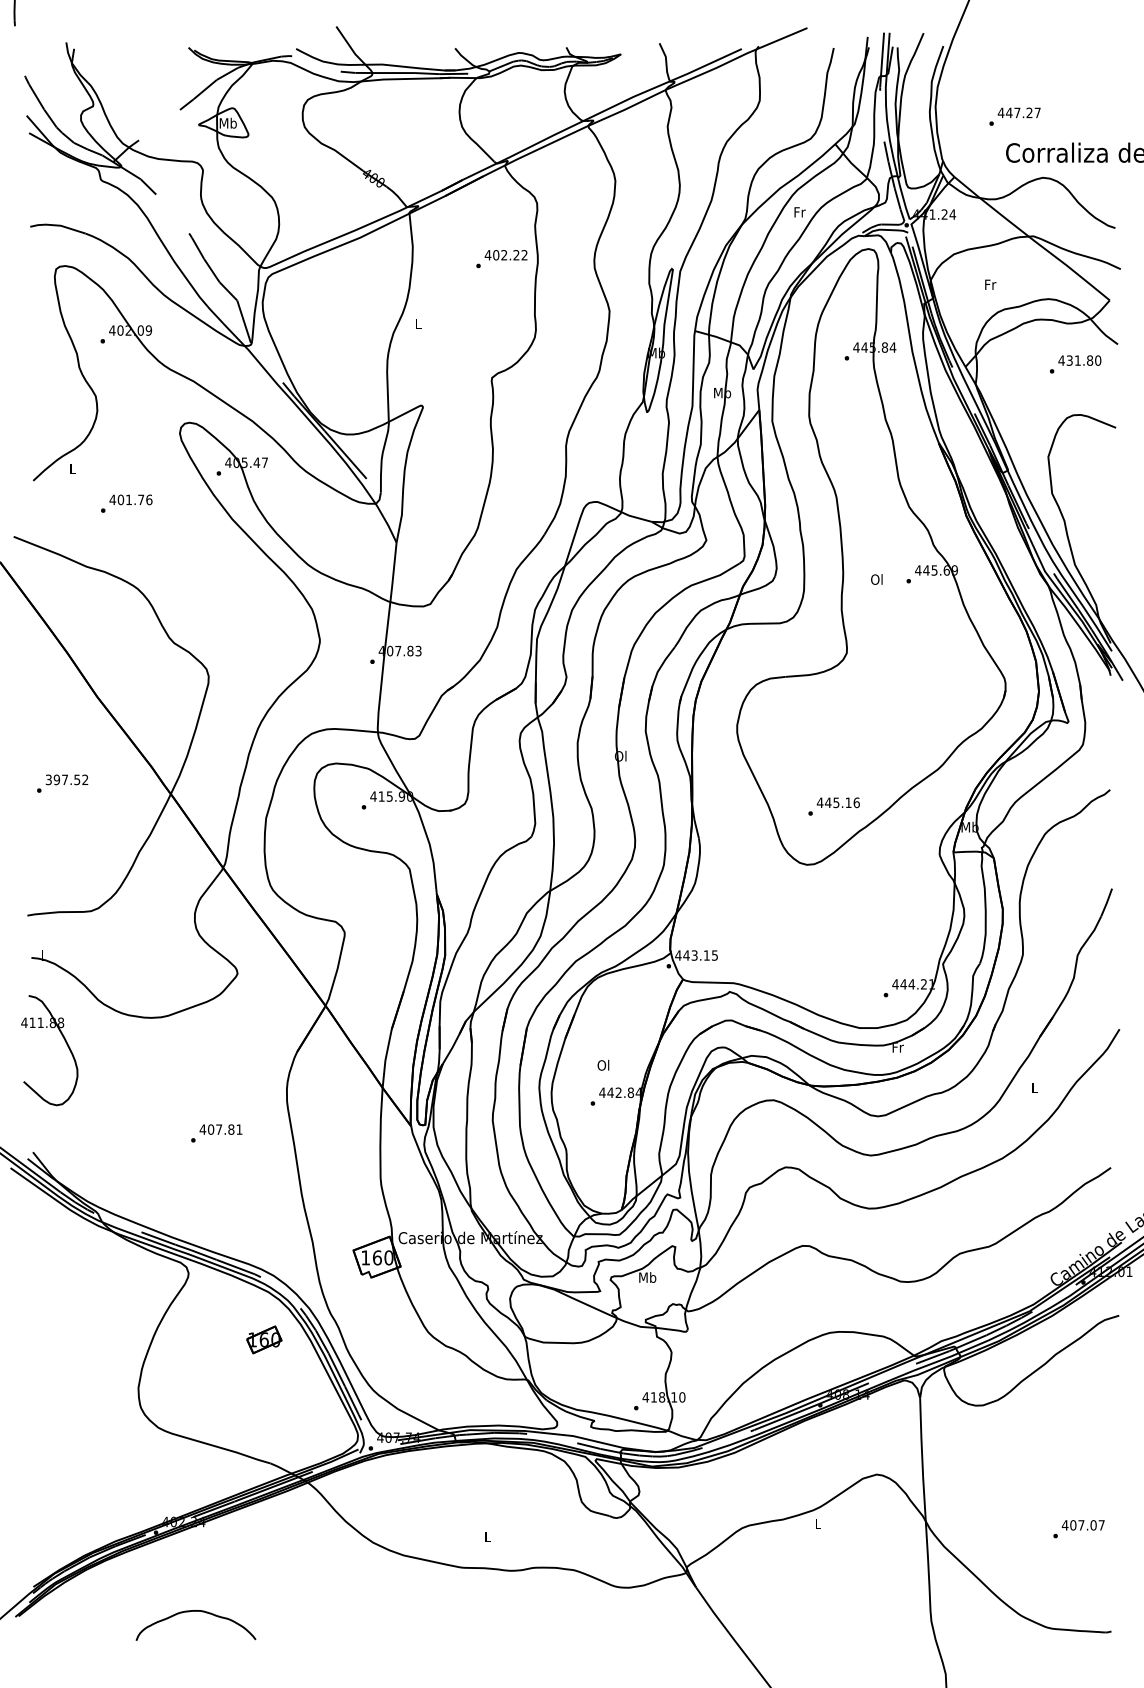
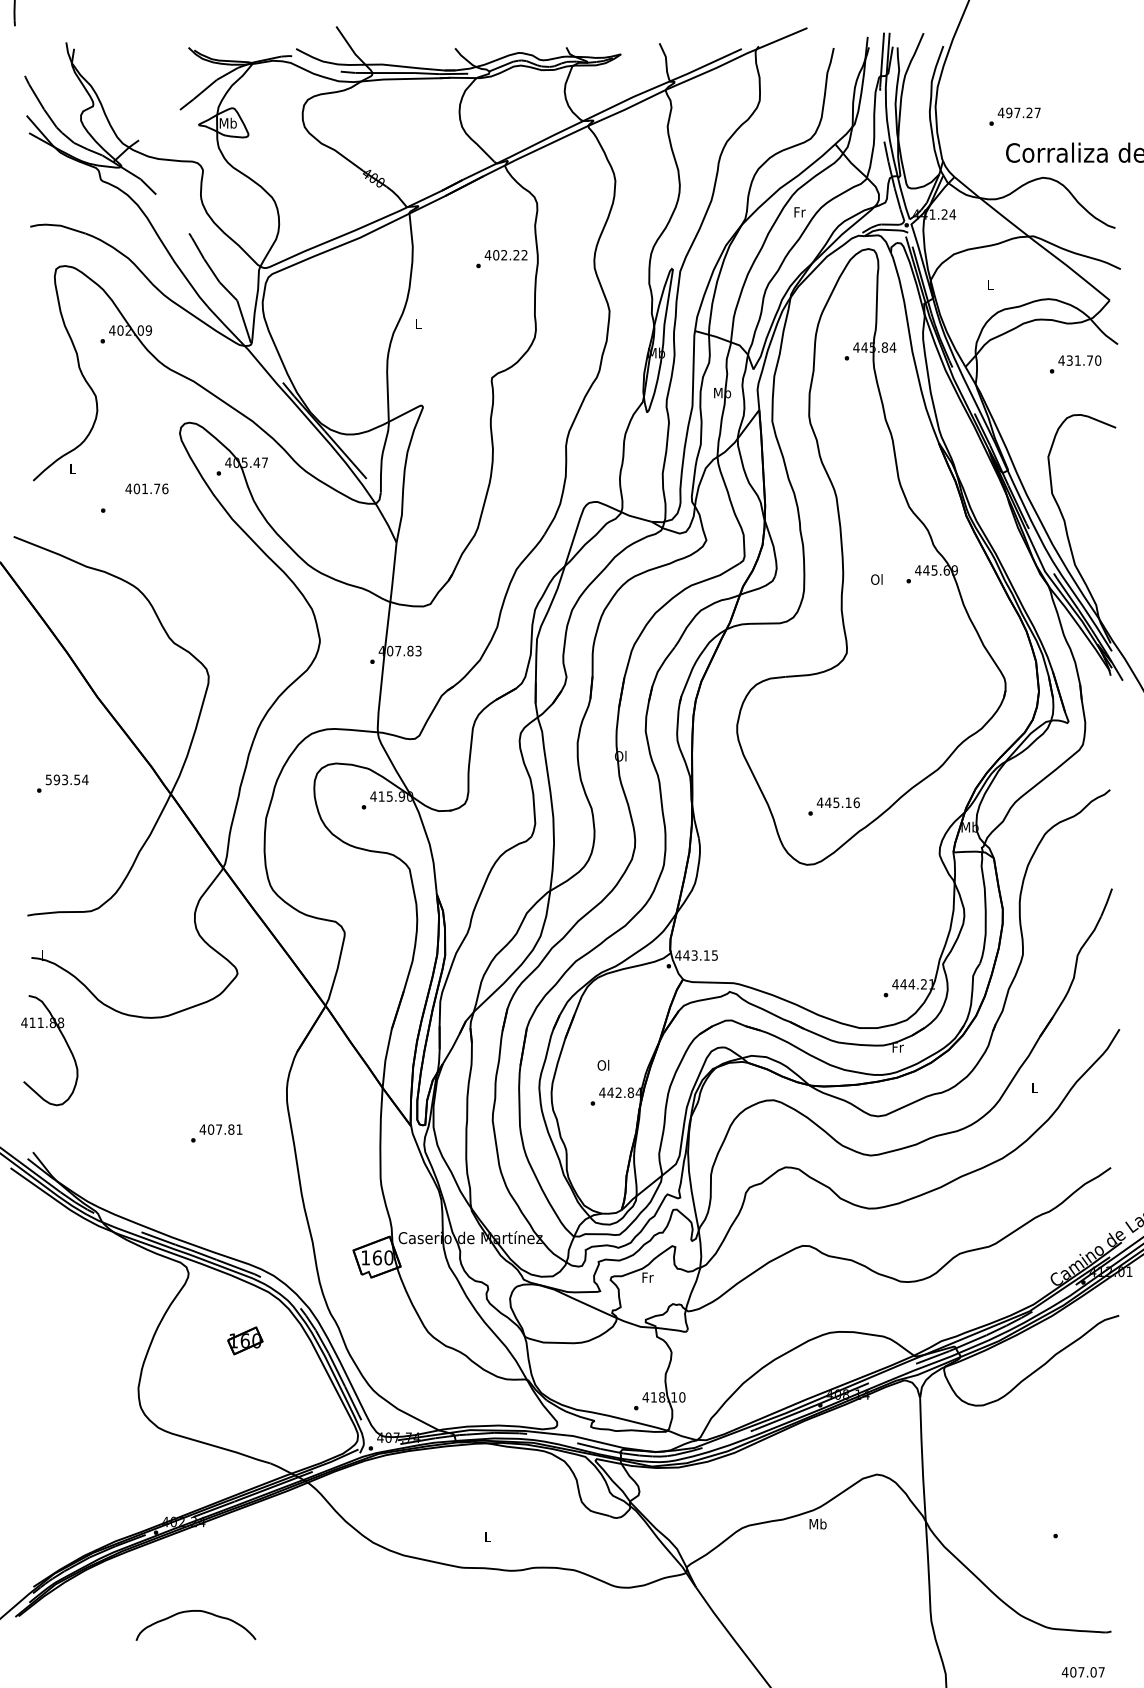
text at (1009, 112): 447.27 -> 497.27
text at (990, 284): Fr -> L
text at (1090, 360): 431.80 -> 431.70
text at (130, 499) position: (130, 499) -> (146, 488)
text at (67, 779): 397.52 -> 593.54
text at (647, 1277): Mb -> Fr
part at (264, 1339) position: (264, 1339) -> (245, 1340)
text at (817, 1523): L -> Mb
text at (1082, 1525) position: (1082, 1525) -> (1082, 1672)
